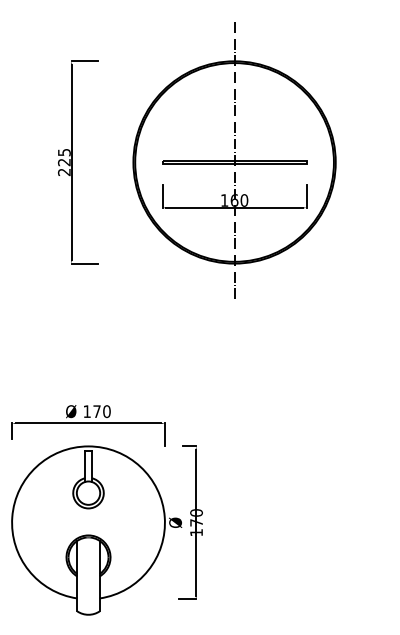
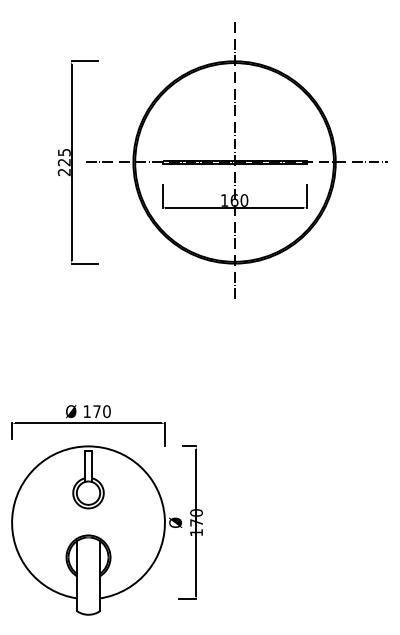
line at (236, 162): none -> present
